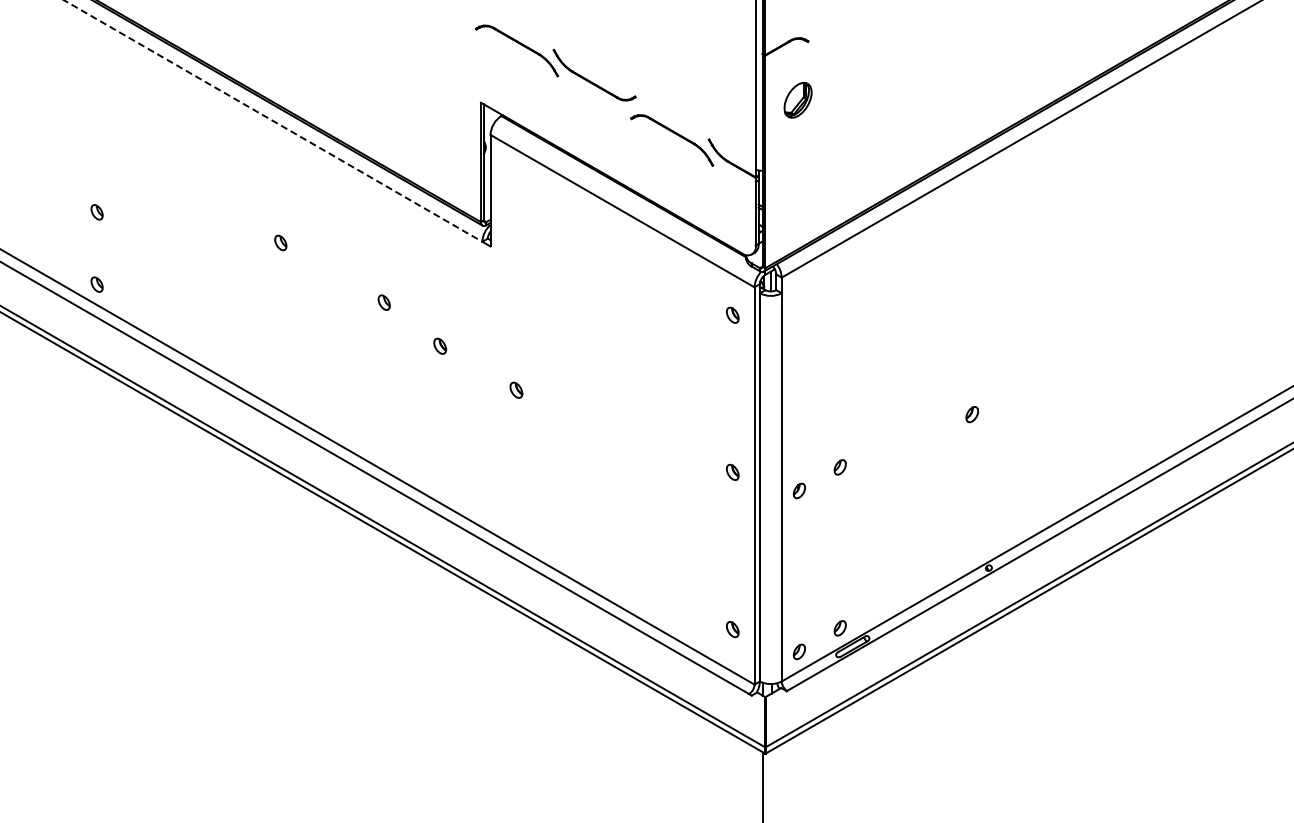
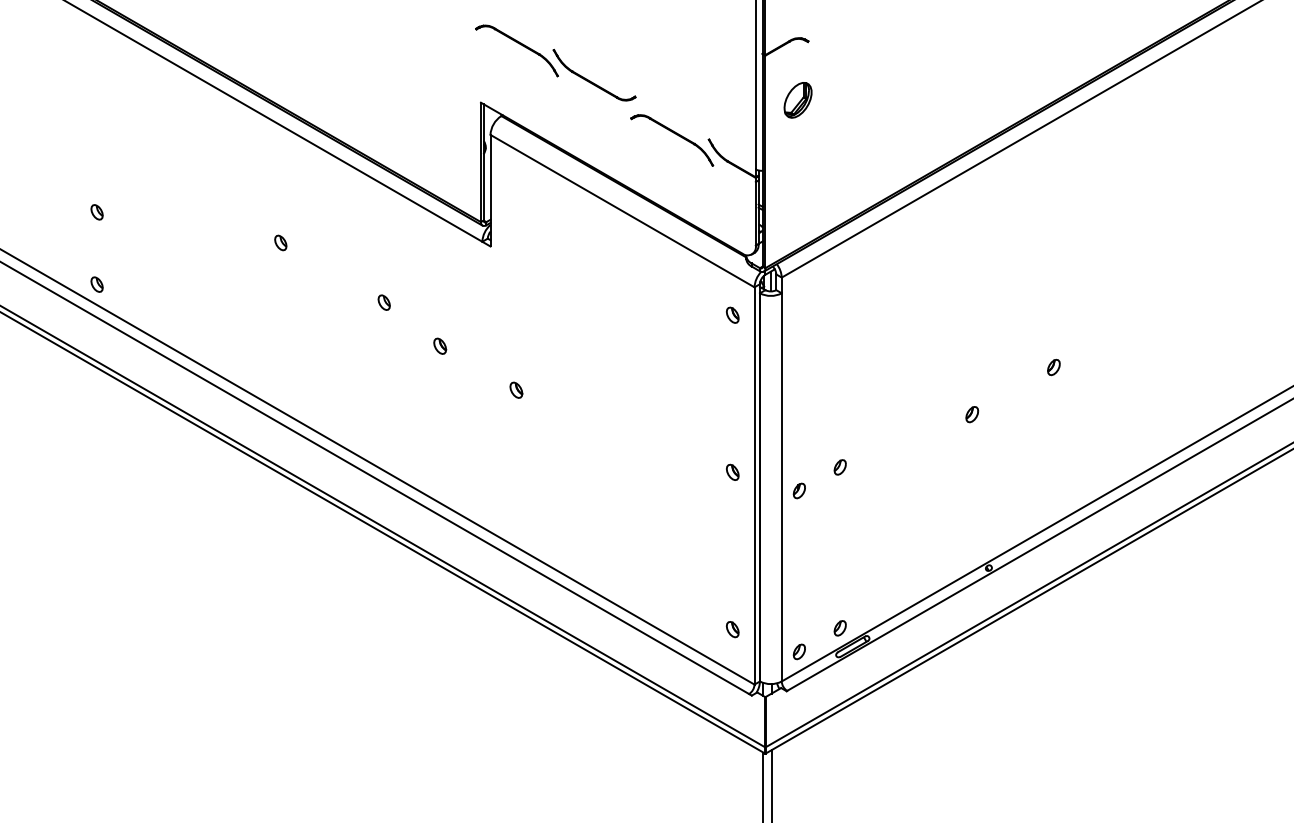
line at (273, 121): dashed -> solid
part at (1053, 367): none -> present
line at (771, 784): none -> present
